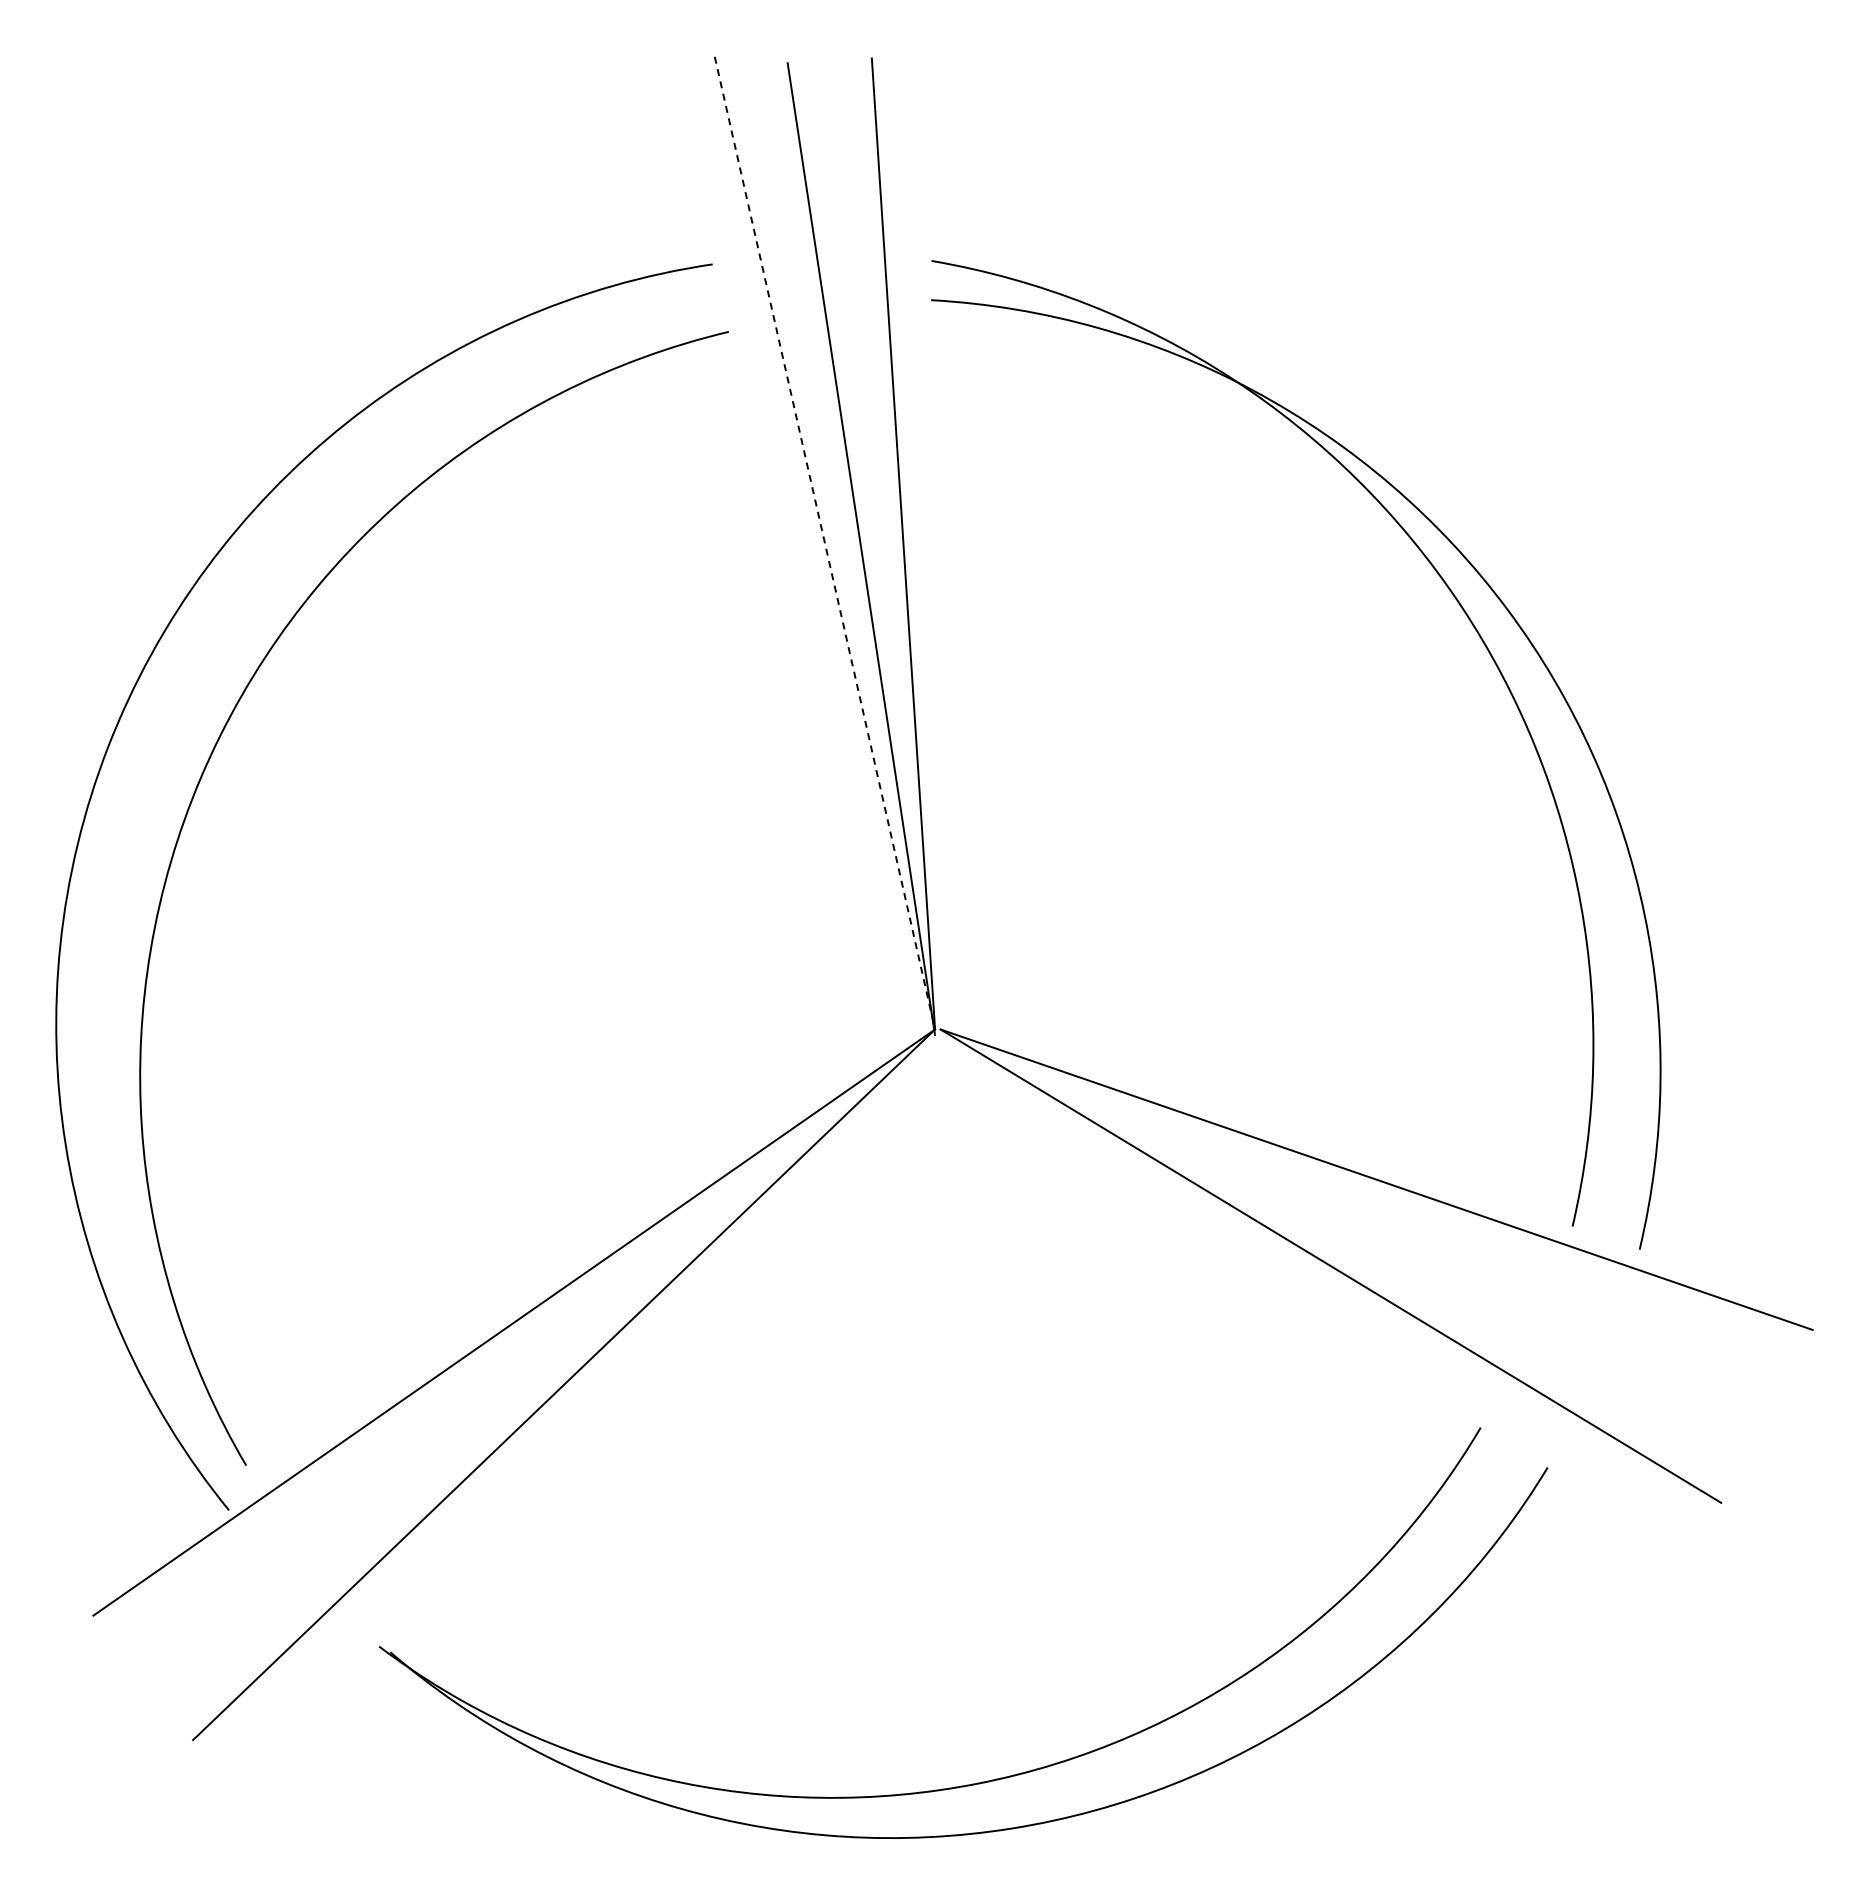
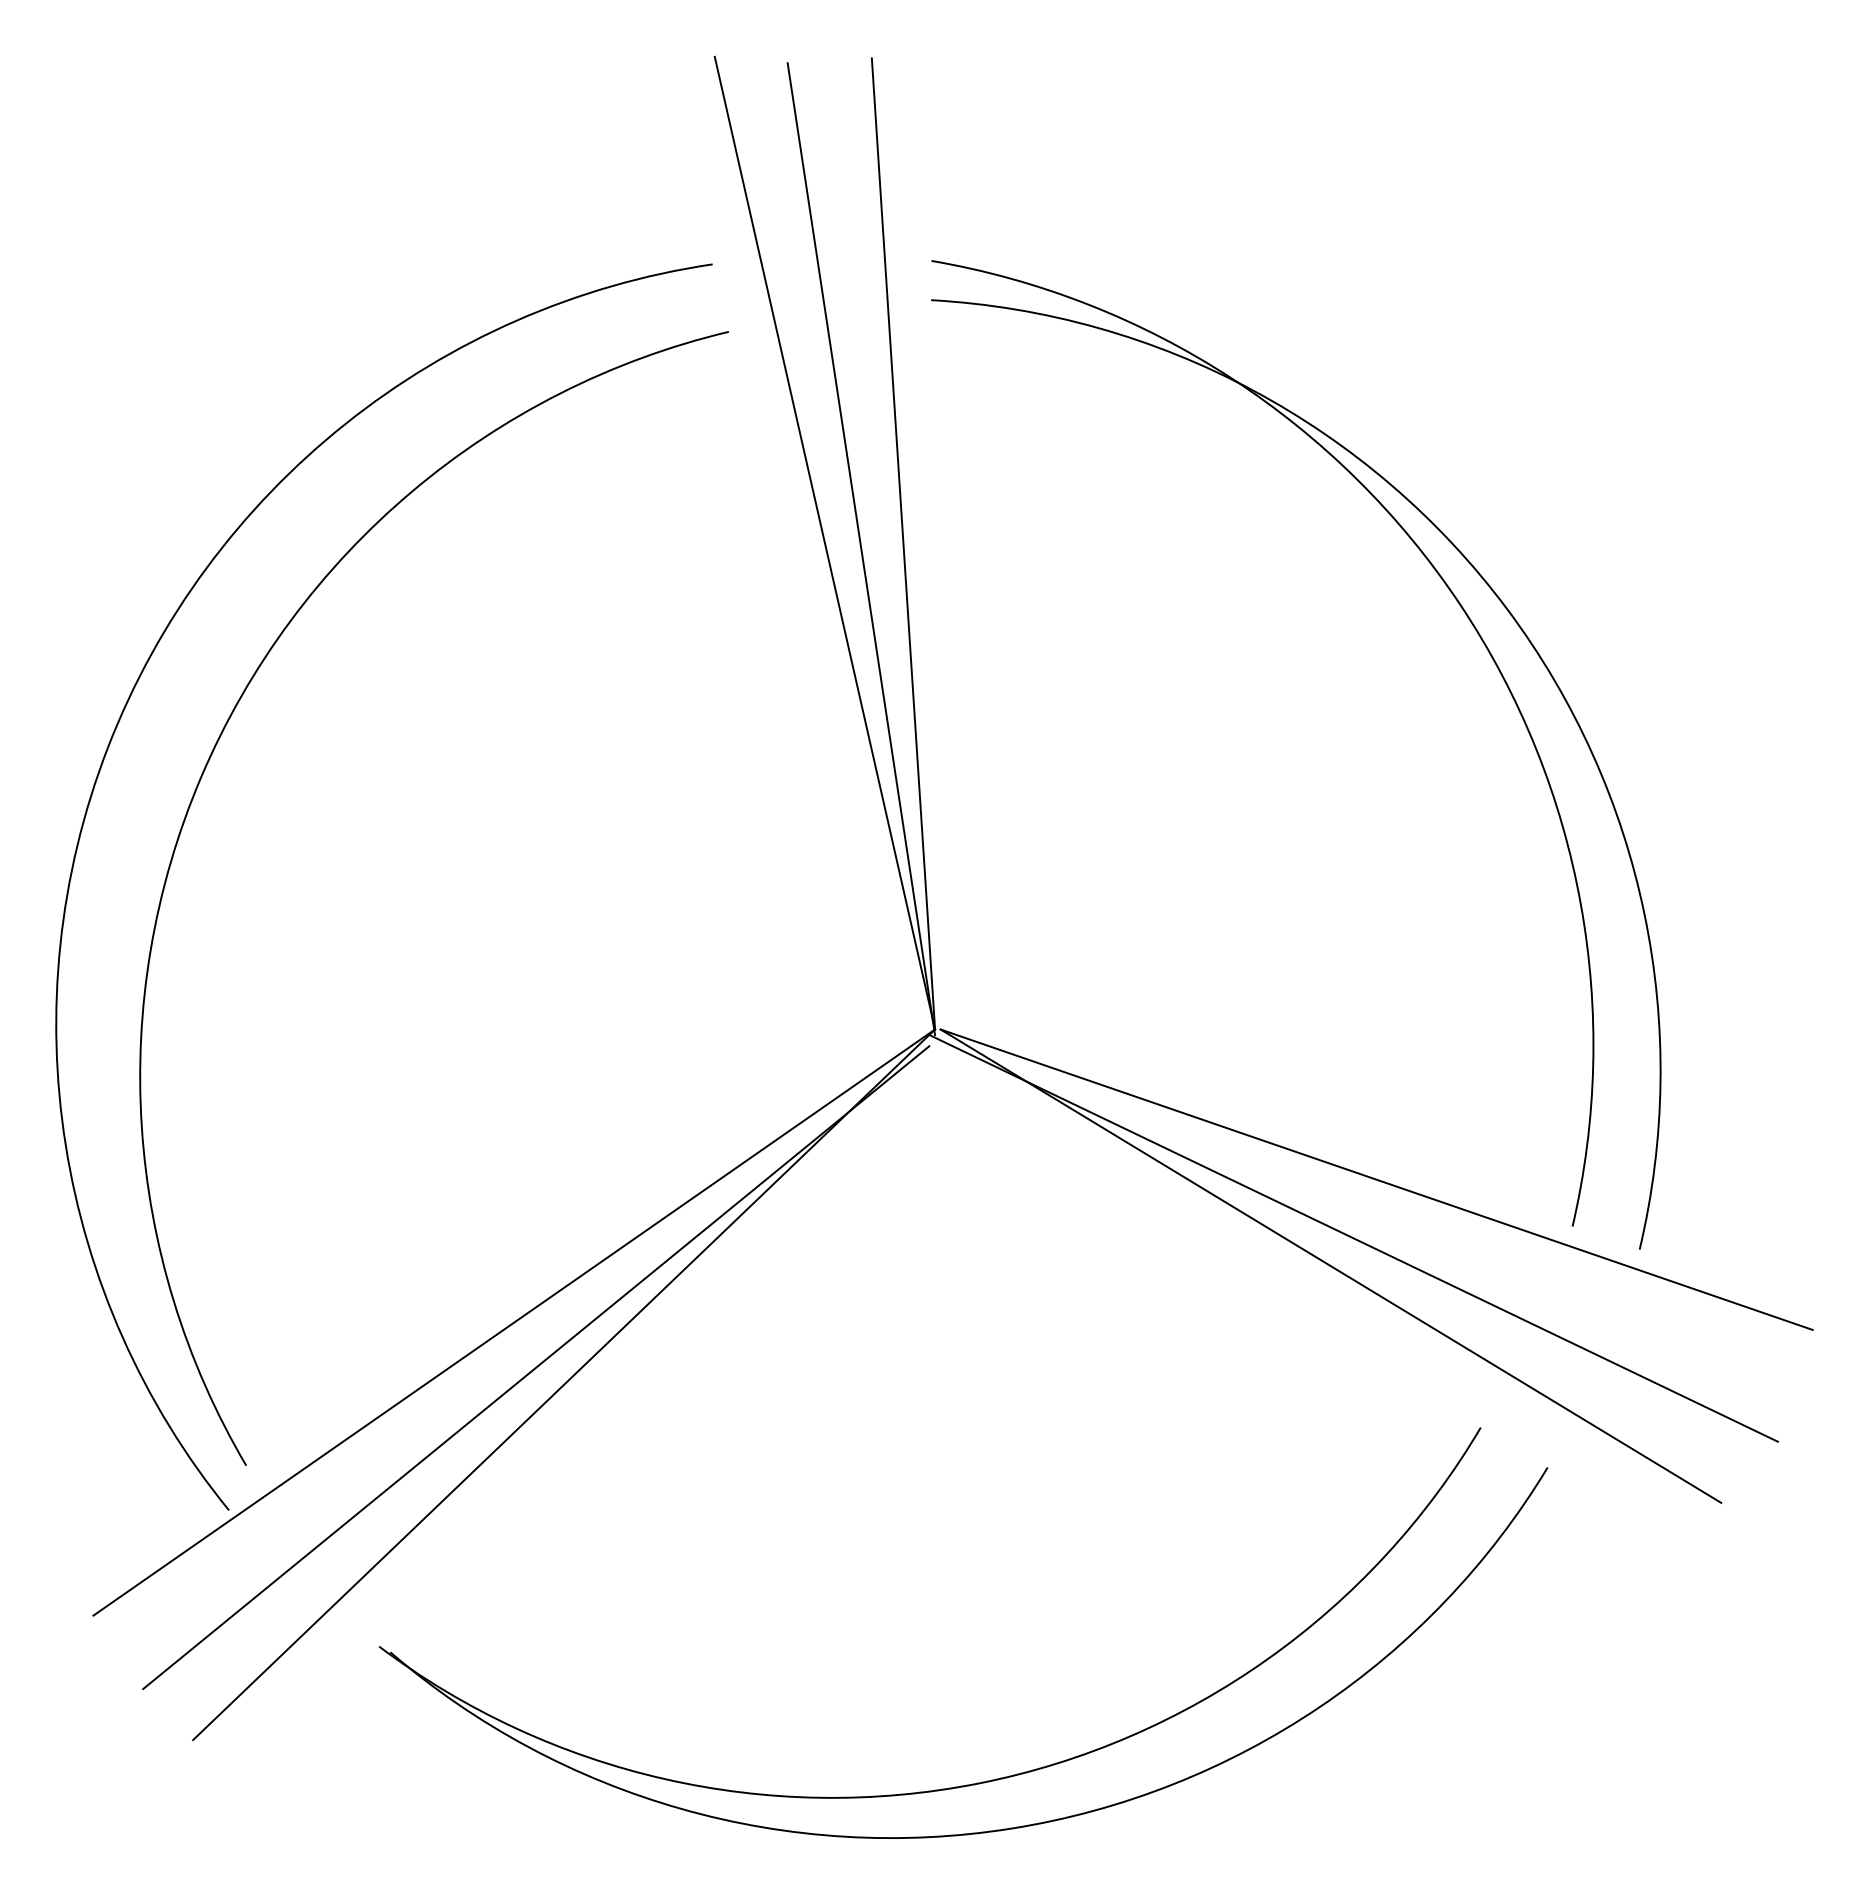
line at (824, 543): dashed -> solid
line at (1353, 1238): none -> present
line at (536, 1367): none -> present
